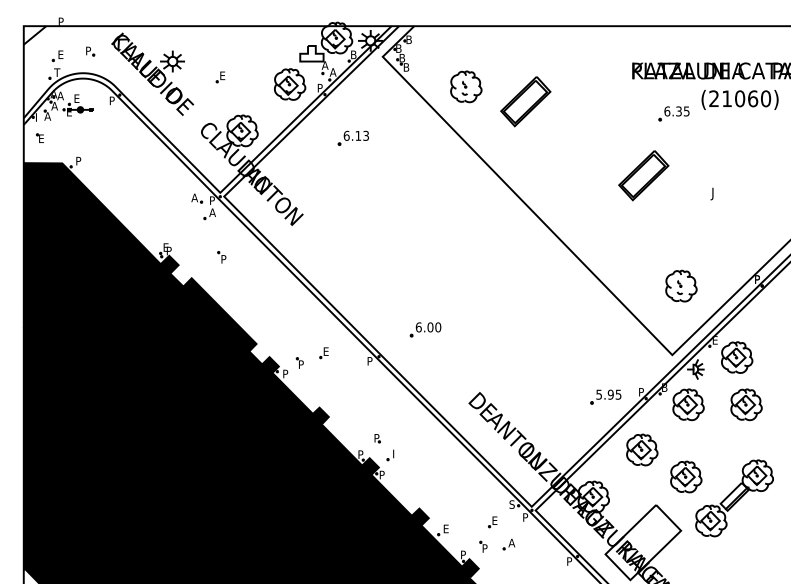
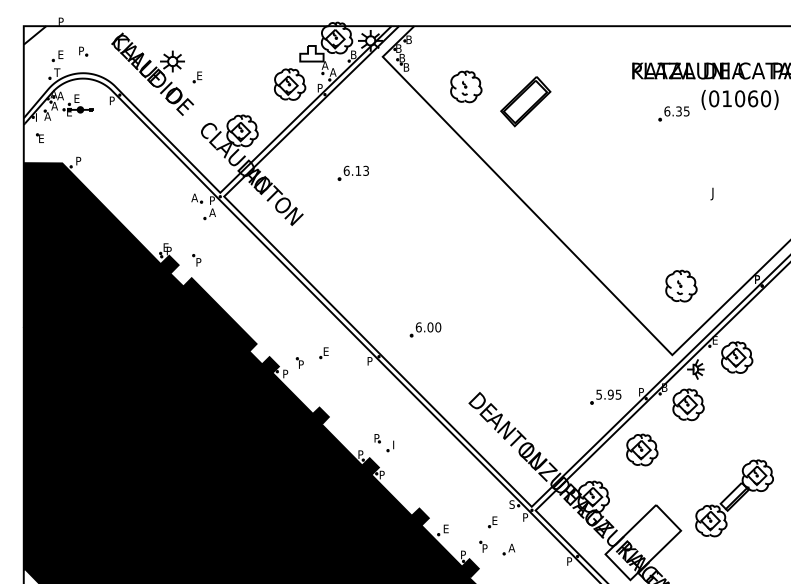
part at (90, 51) position: (90, 51) -> (83, 51)
part at (220, 77) position: (220, 77) -> (197, 77)
text at (714, 98): (21060) -> (01060)
part at (352, 137) position: (352, 137) -> (352, 172)
part at (643, 175): present -> none
part at (221, 257) position: (221, 257) -> (196, 260)
part at (746, 404): present -> none
part at (390, 455) position: (390, 455) -> (390, 446)
part at (686, 476): present -> none
part at (508, 544) position: (508, 544) -> (508, 549)
